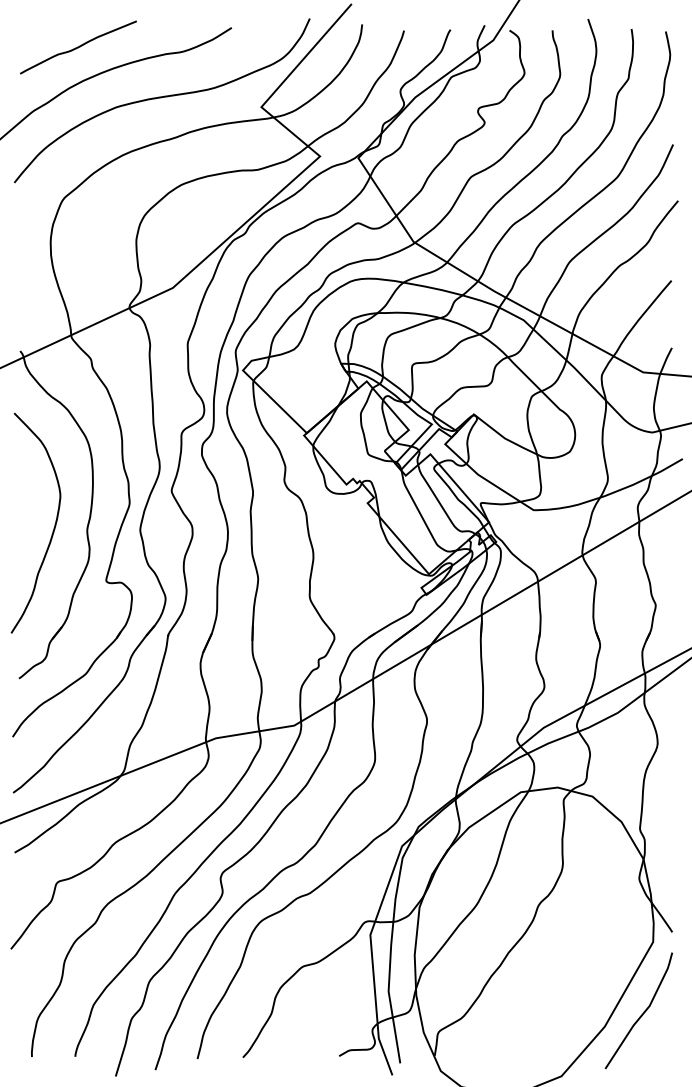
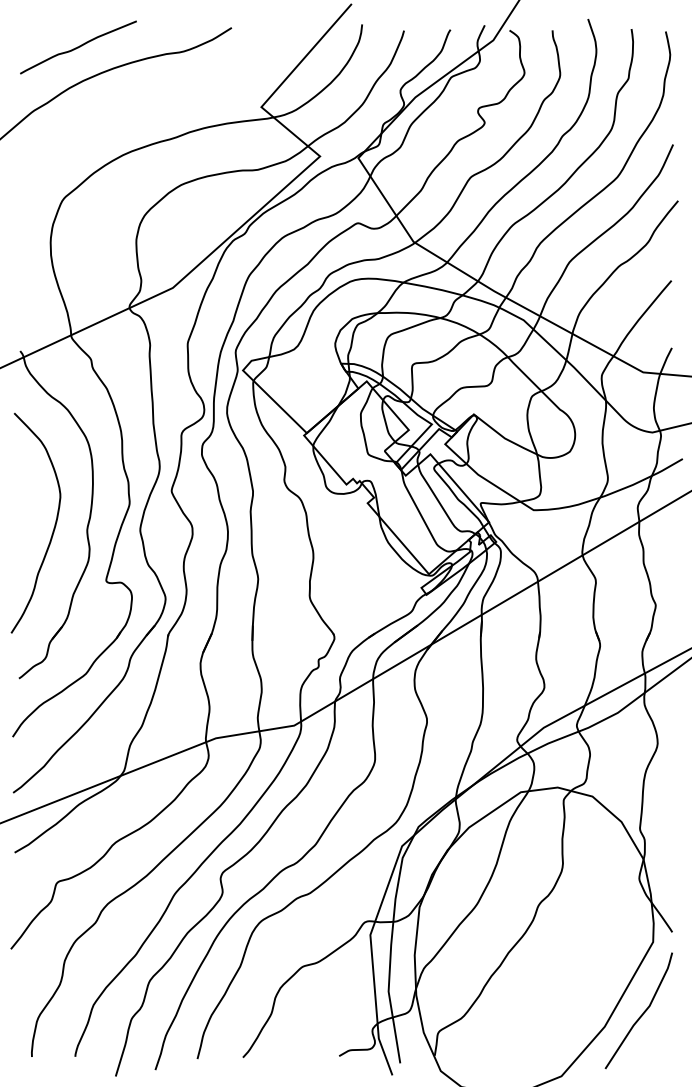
curve at (161, 98): present -> none
